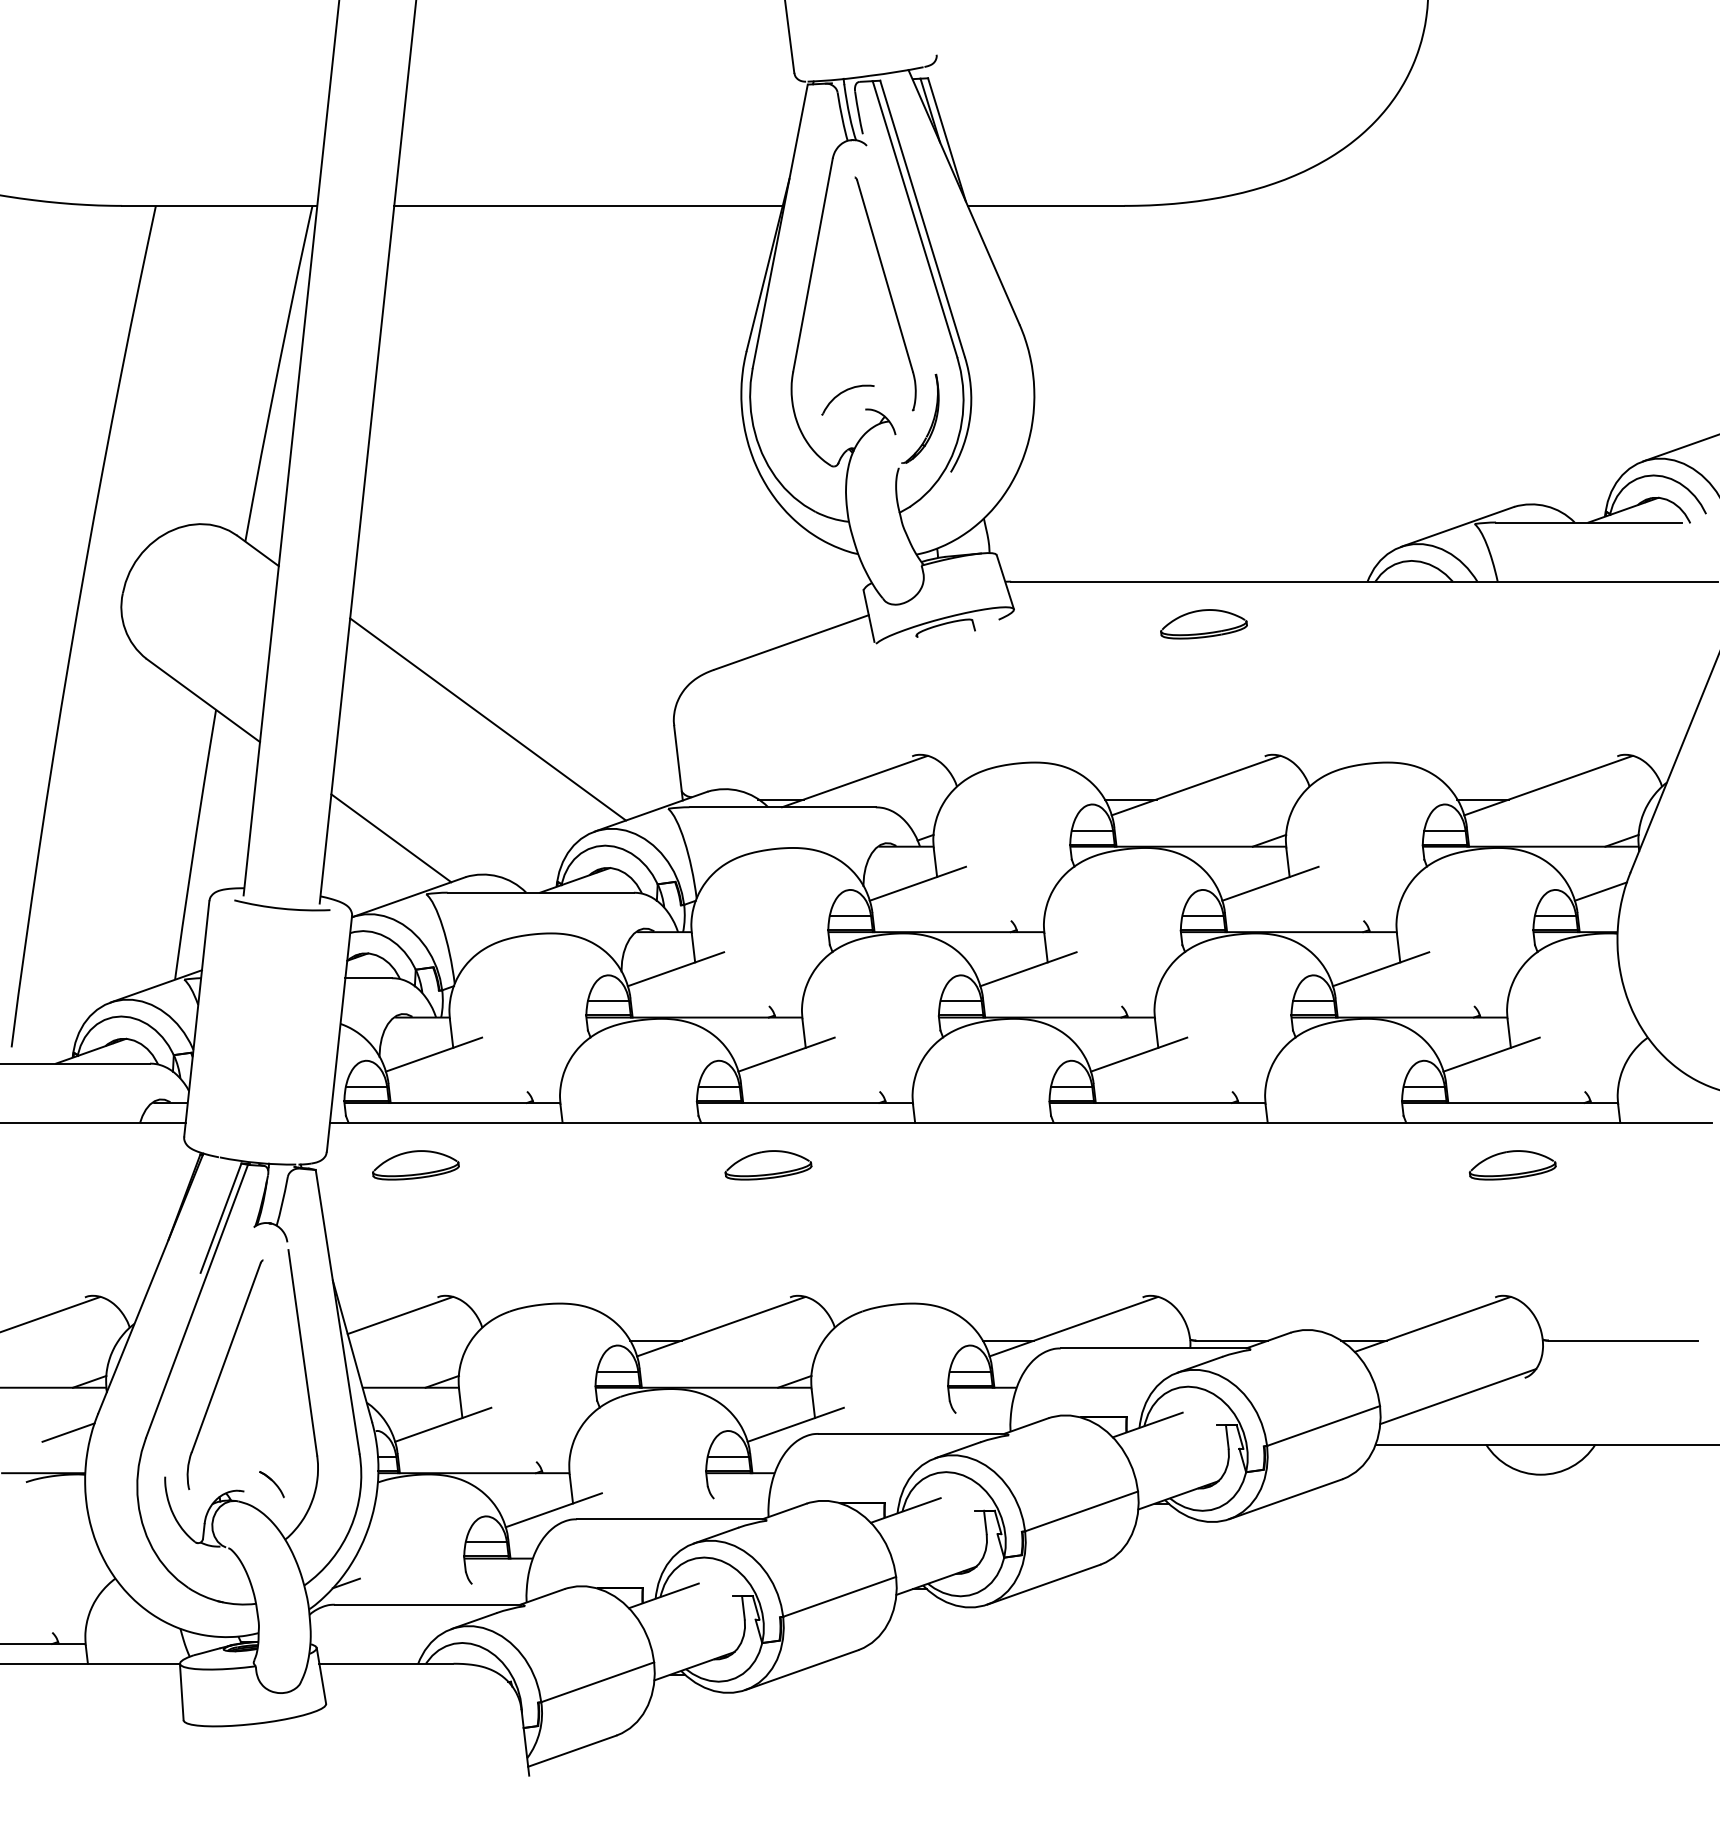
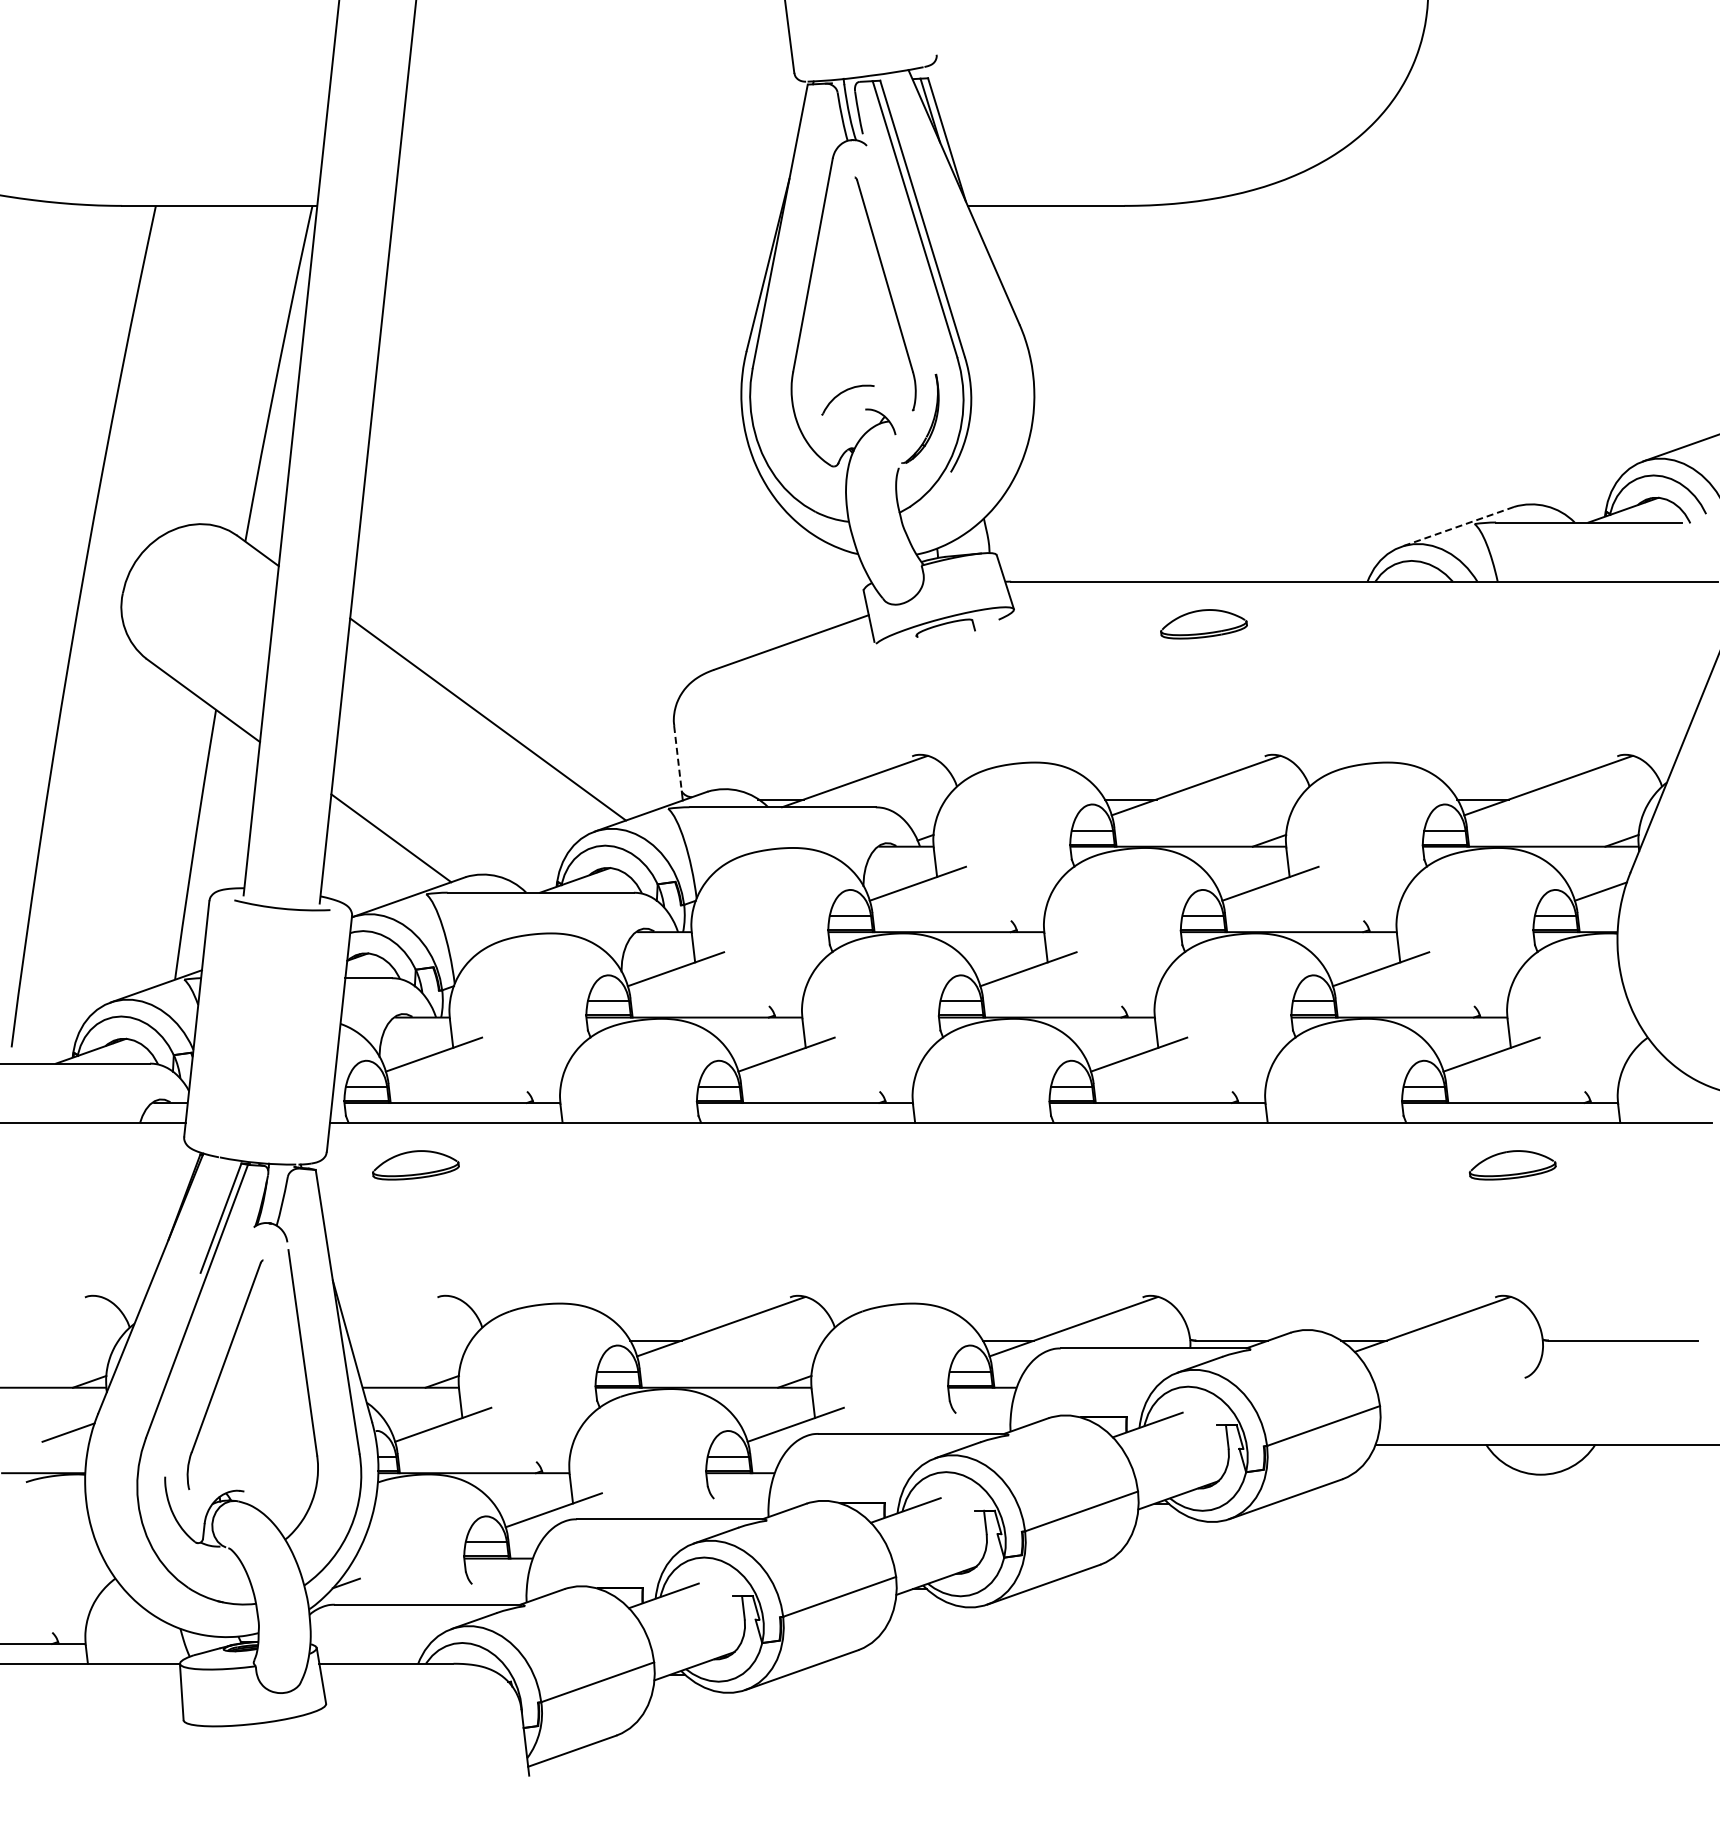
line at (588, 205): present -> none
line at (1457, 526): solid -> dashed
line at (678, 759): solid -> dashed
part at (768, 1165): present -> none
line at (51, 1313): present -> none
line at (399, 1315): present -> none
line at (1458, 1396): present -> none
part at (271, 1484): present -> none
